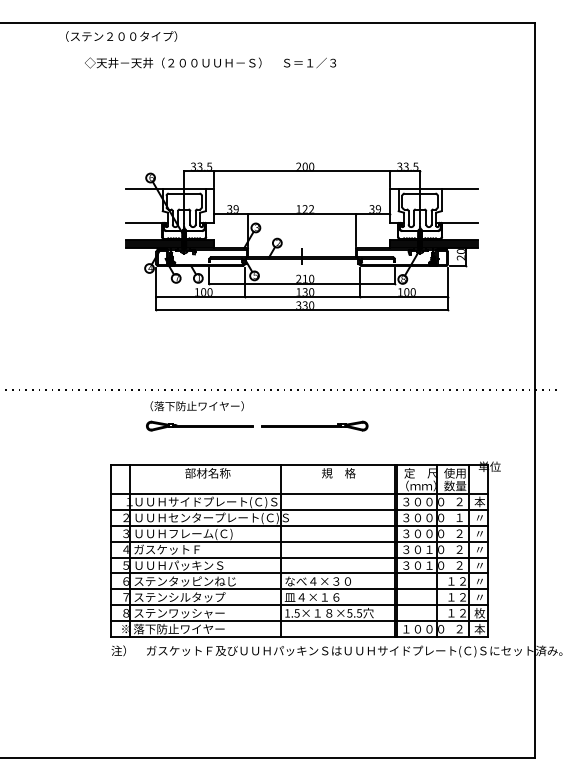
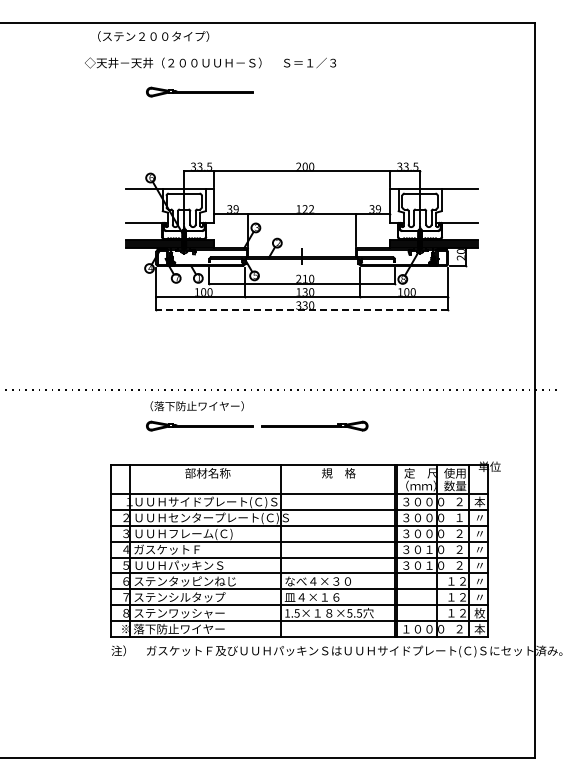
text at (121, 36) position: (121, 36) -> (153, 36)
part at (199, 91): none -> present
line at (302, 310): solid -> dashed
